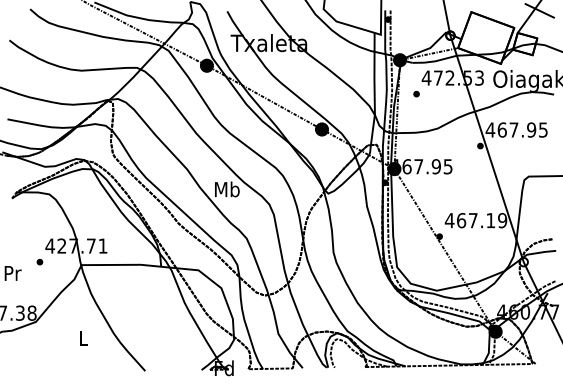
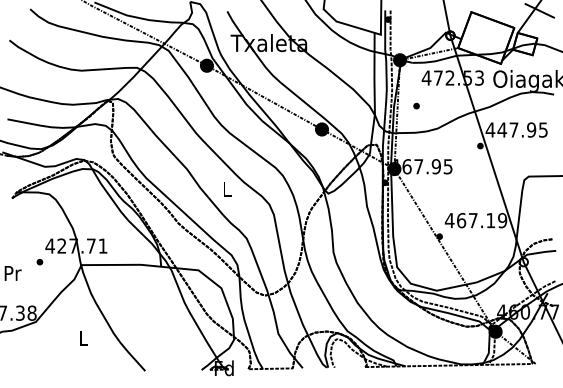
part at (416, 93) position: (416, 93) -> (416, 105)
text at (502, 129): 467.95 -> 447.95
text at (227, 189): Mb -> L
